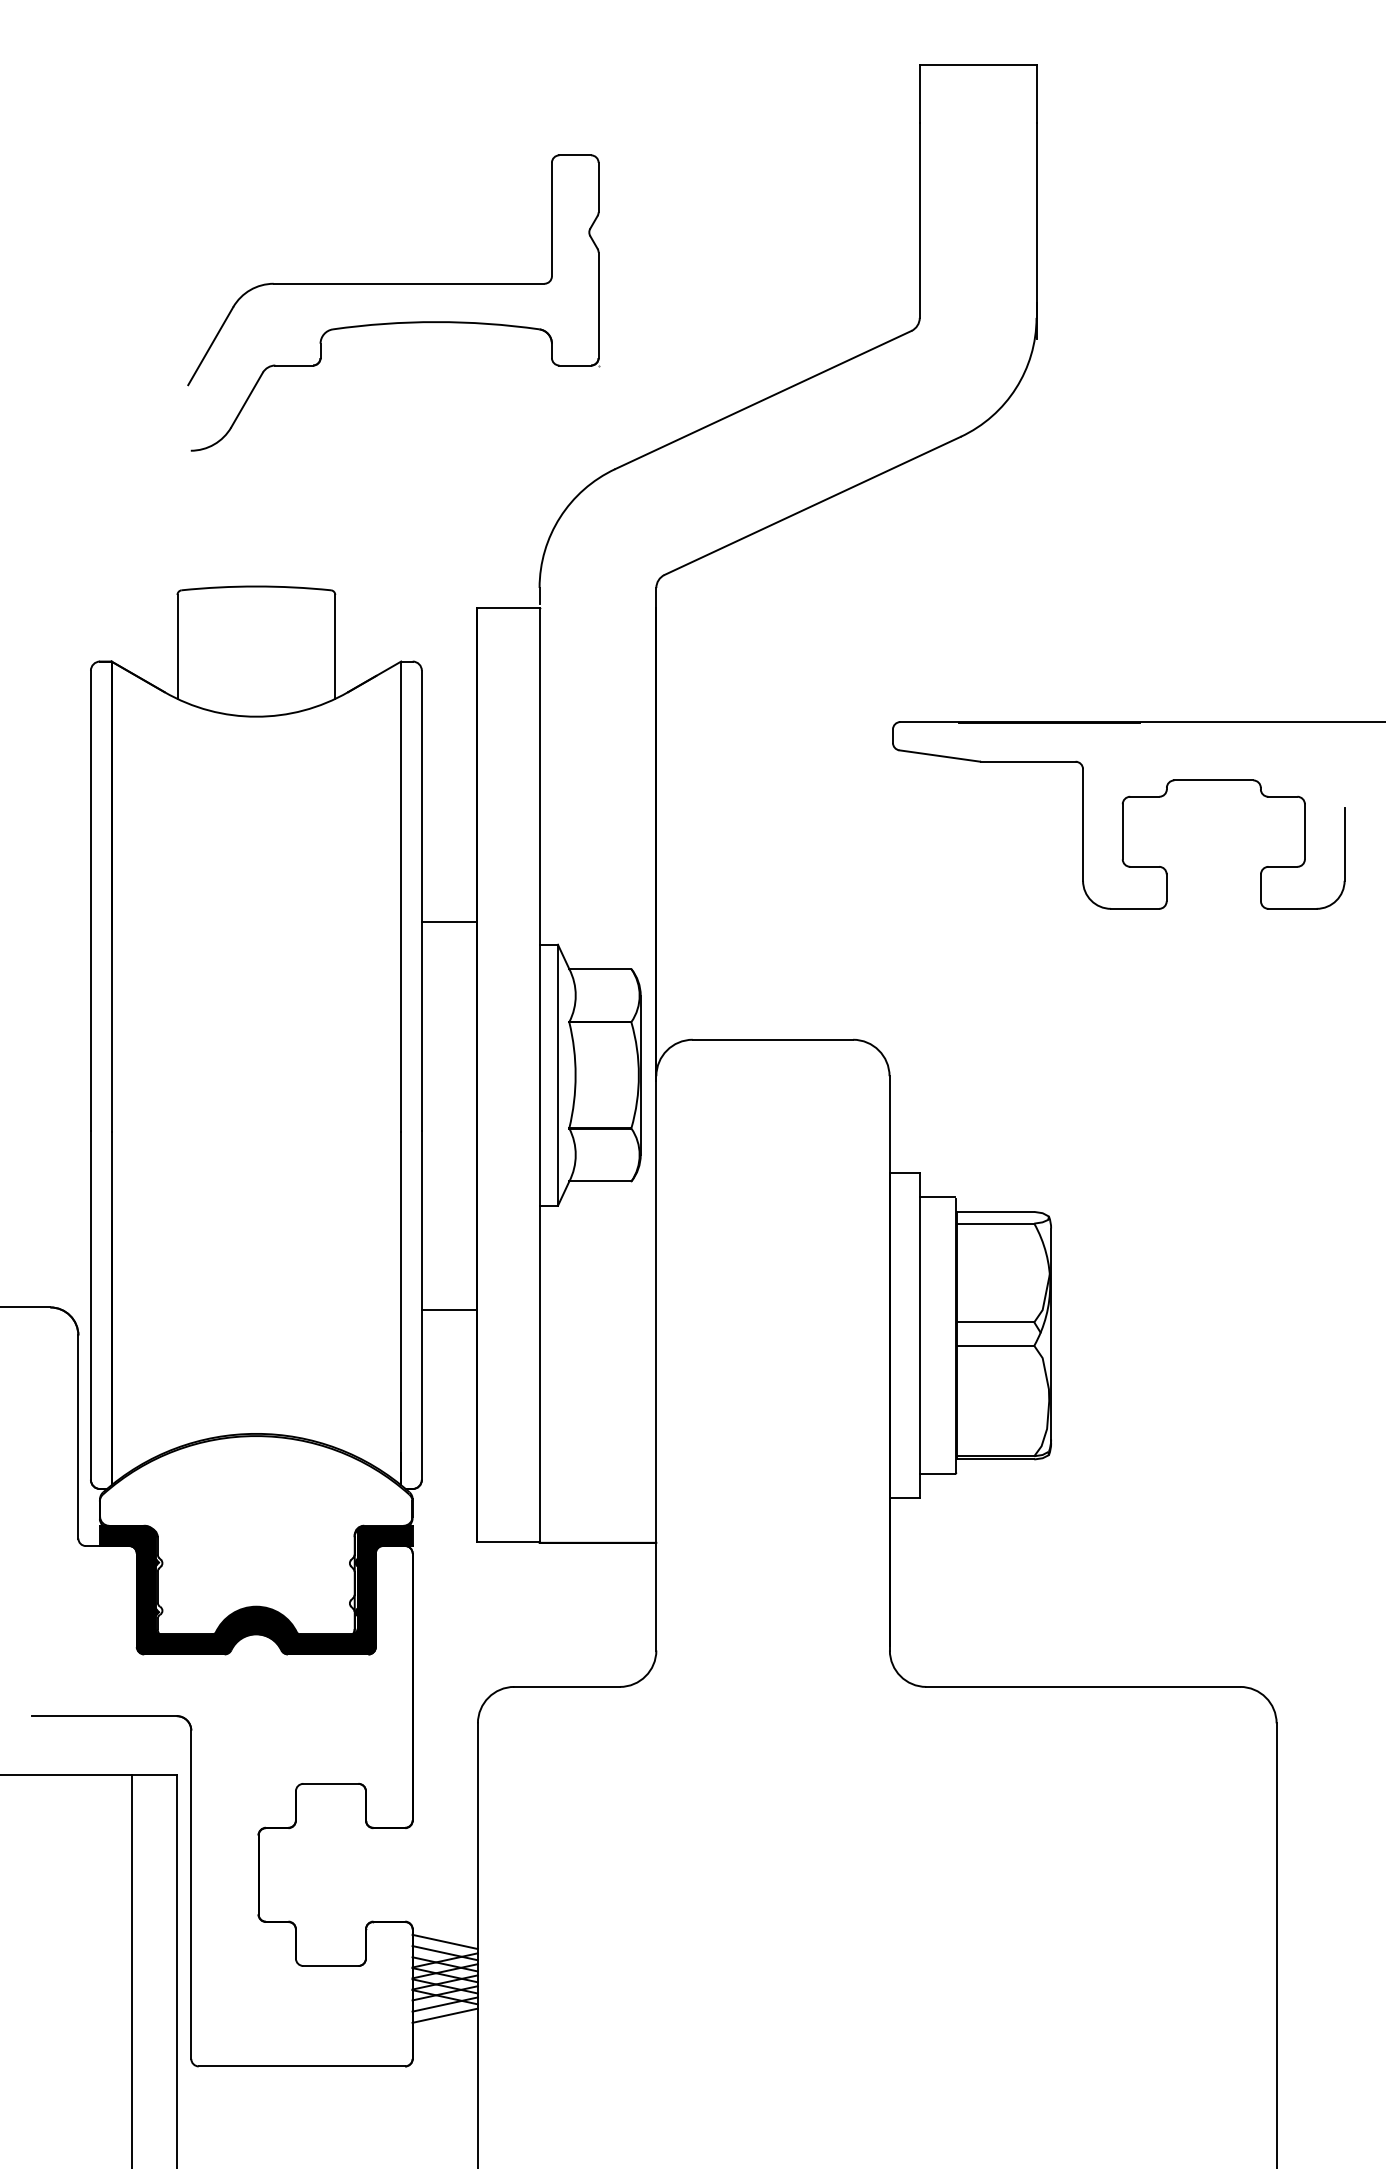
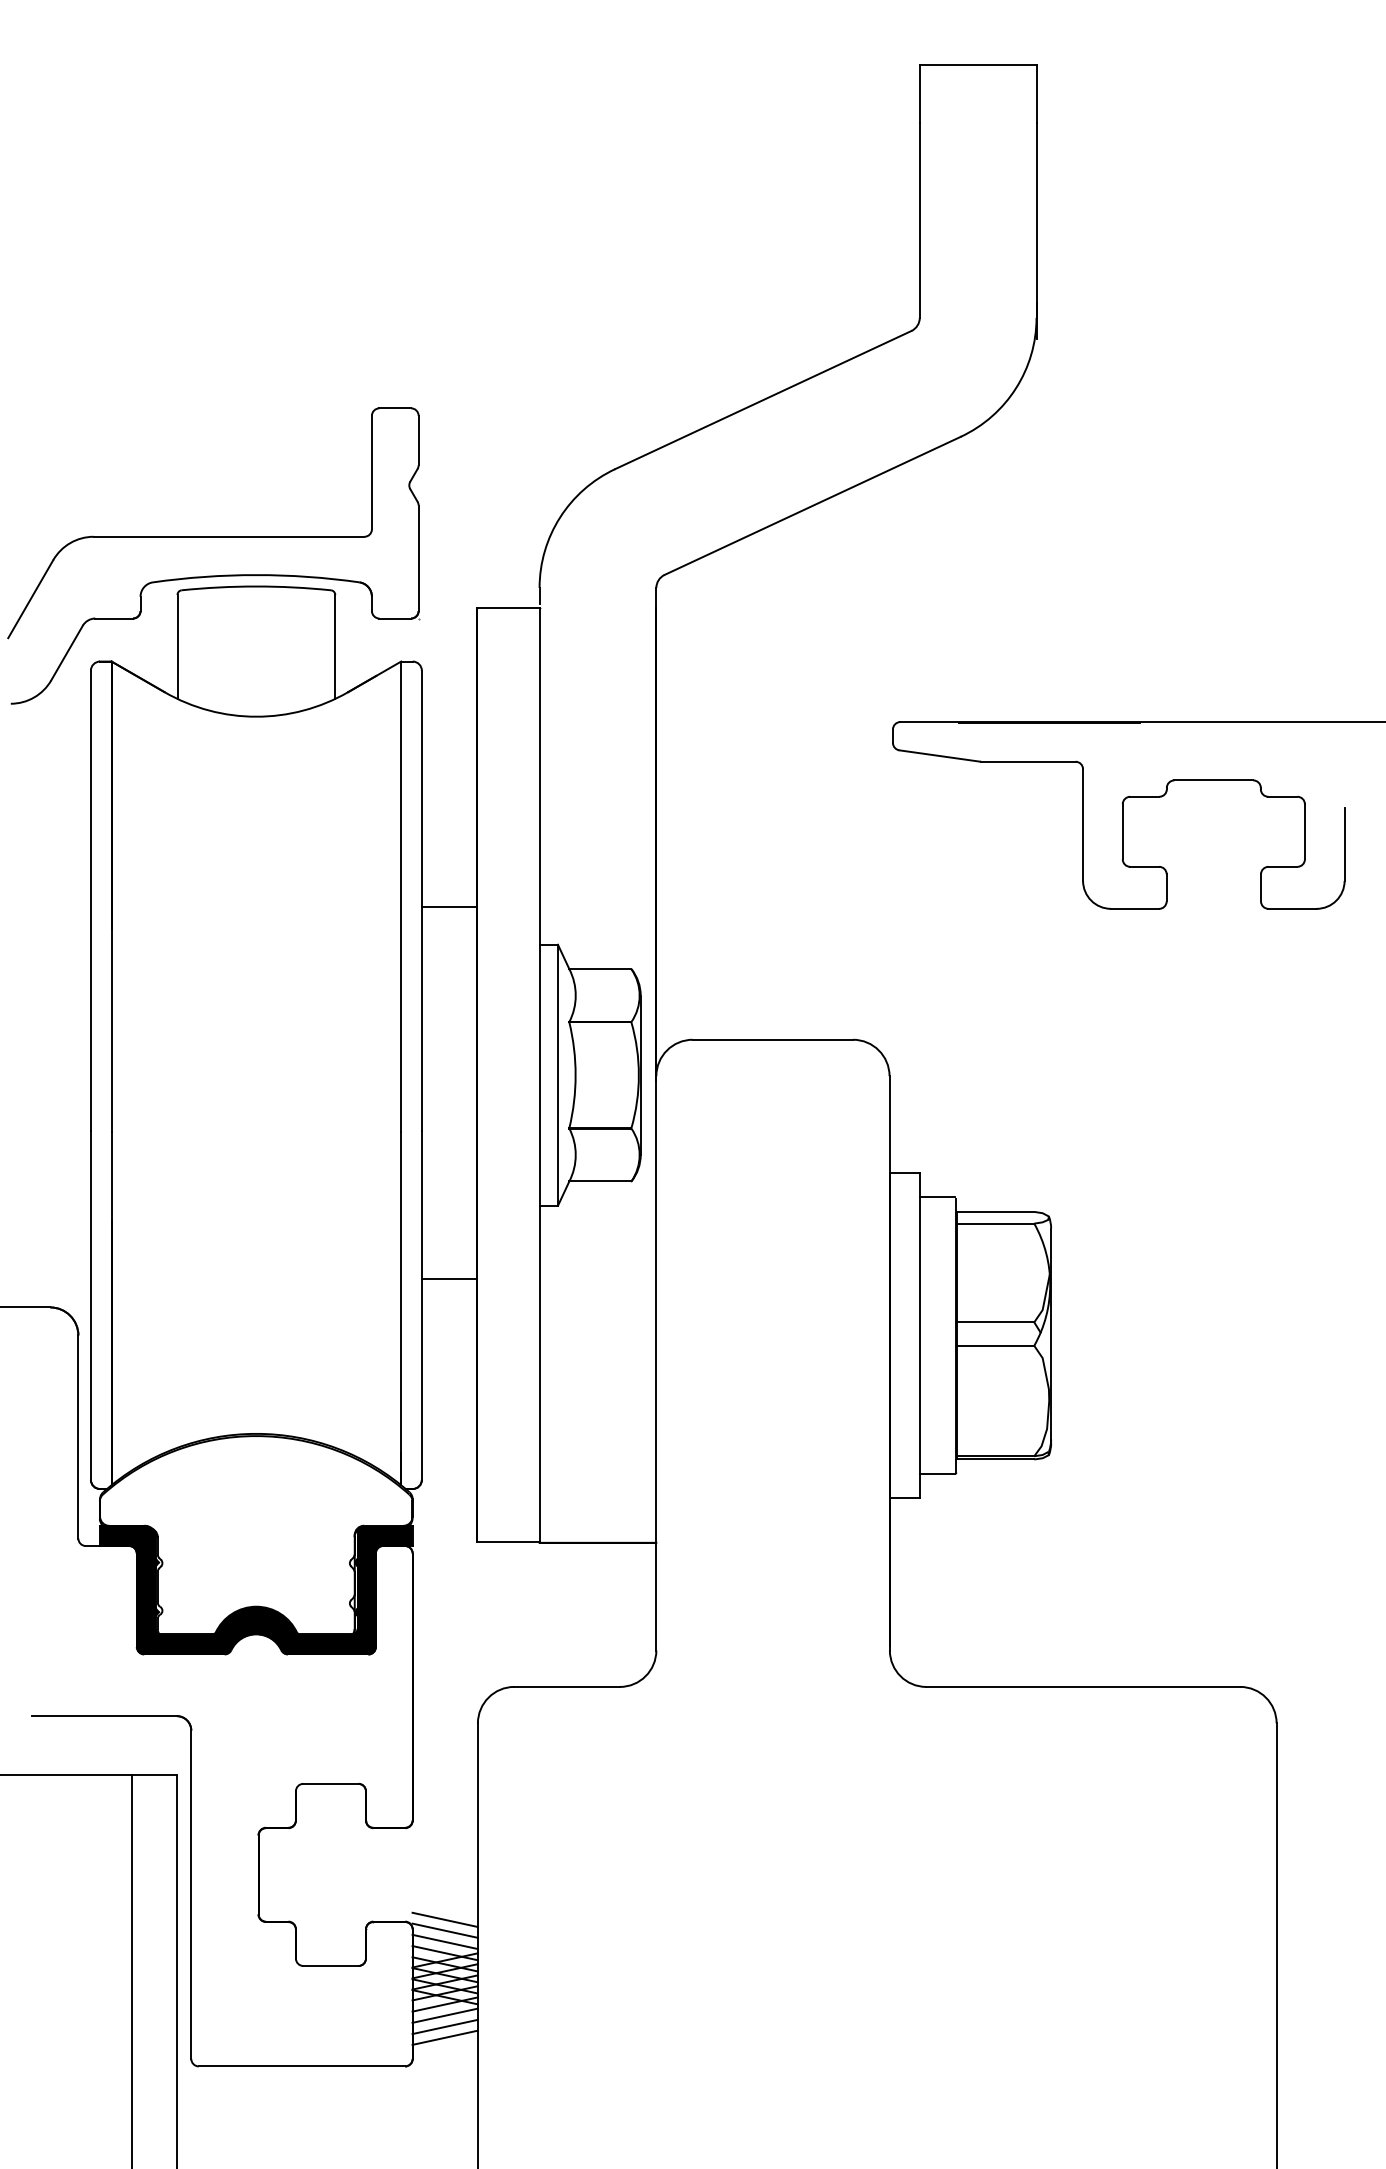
part at (393, 284) position: (393, 284) -> (213, 537)
line at (448, 921) position: (448, 921) -> (448, 906)
line at (448, 1309) position: (448, 1309) -> (448, 1278)
line at (444, 1919): none -> present
line at (444, 1930): none -> present
line at (444, 2026): none -> present
line at (444, 2037): none -> present
